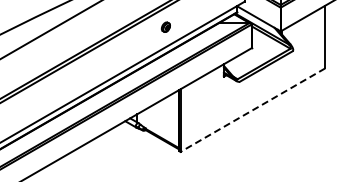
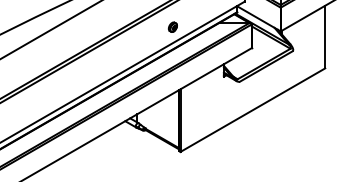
part at (165, 26) position: (165, 26) -> (172, 26)
line at (252, 110): dashed -> solid
